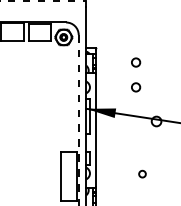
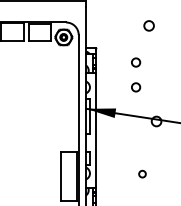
line at (43, 0): dashed -> solid
circle at (148, 25): none -> present
line at (78, 120): dashed -> solid
